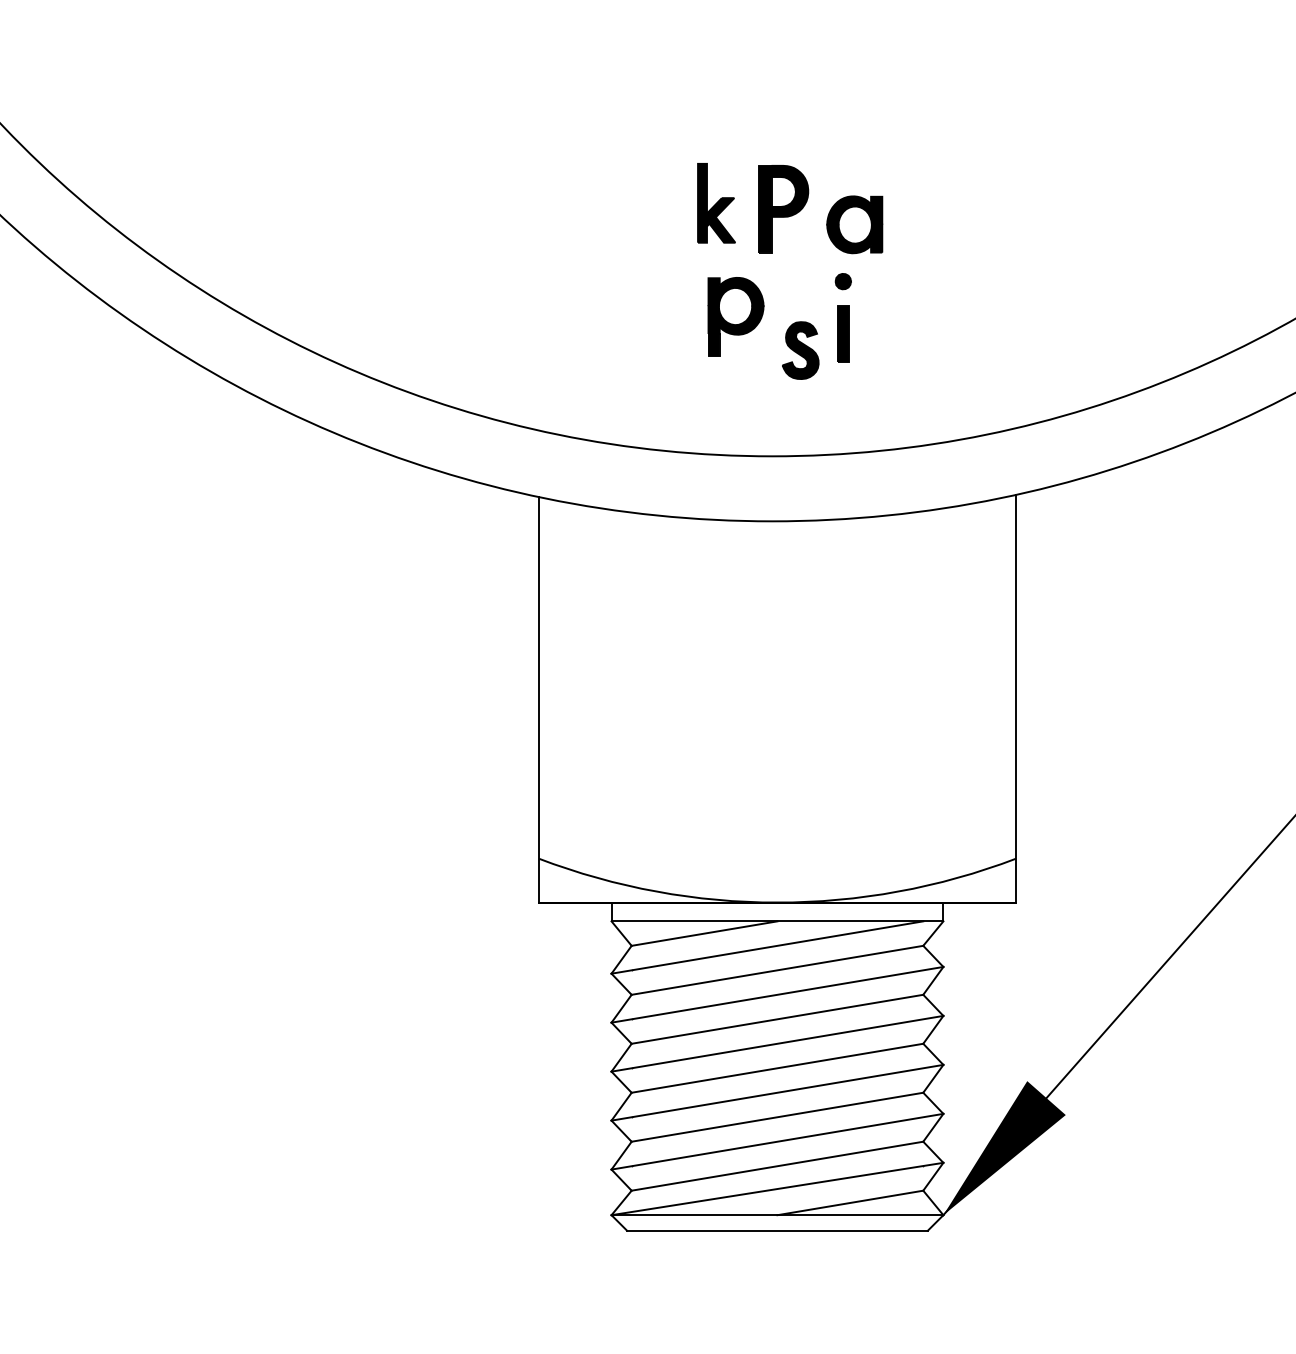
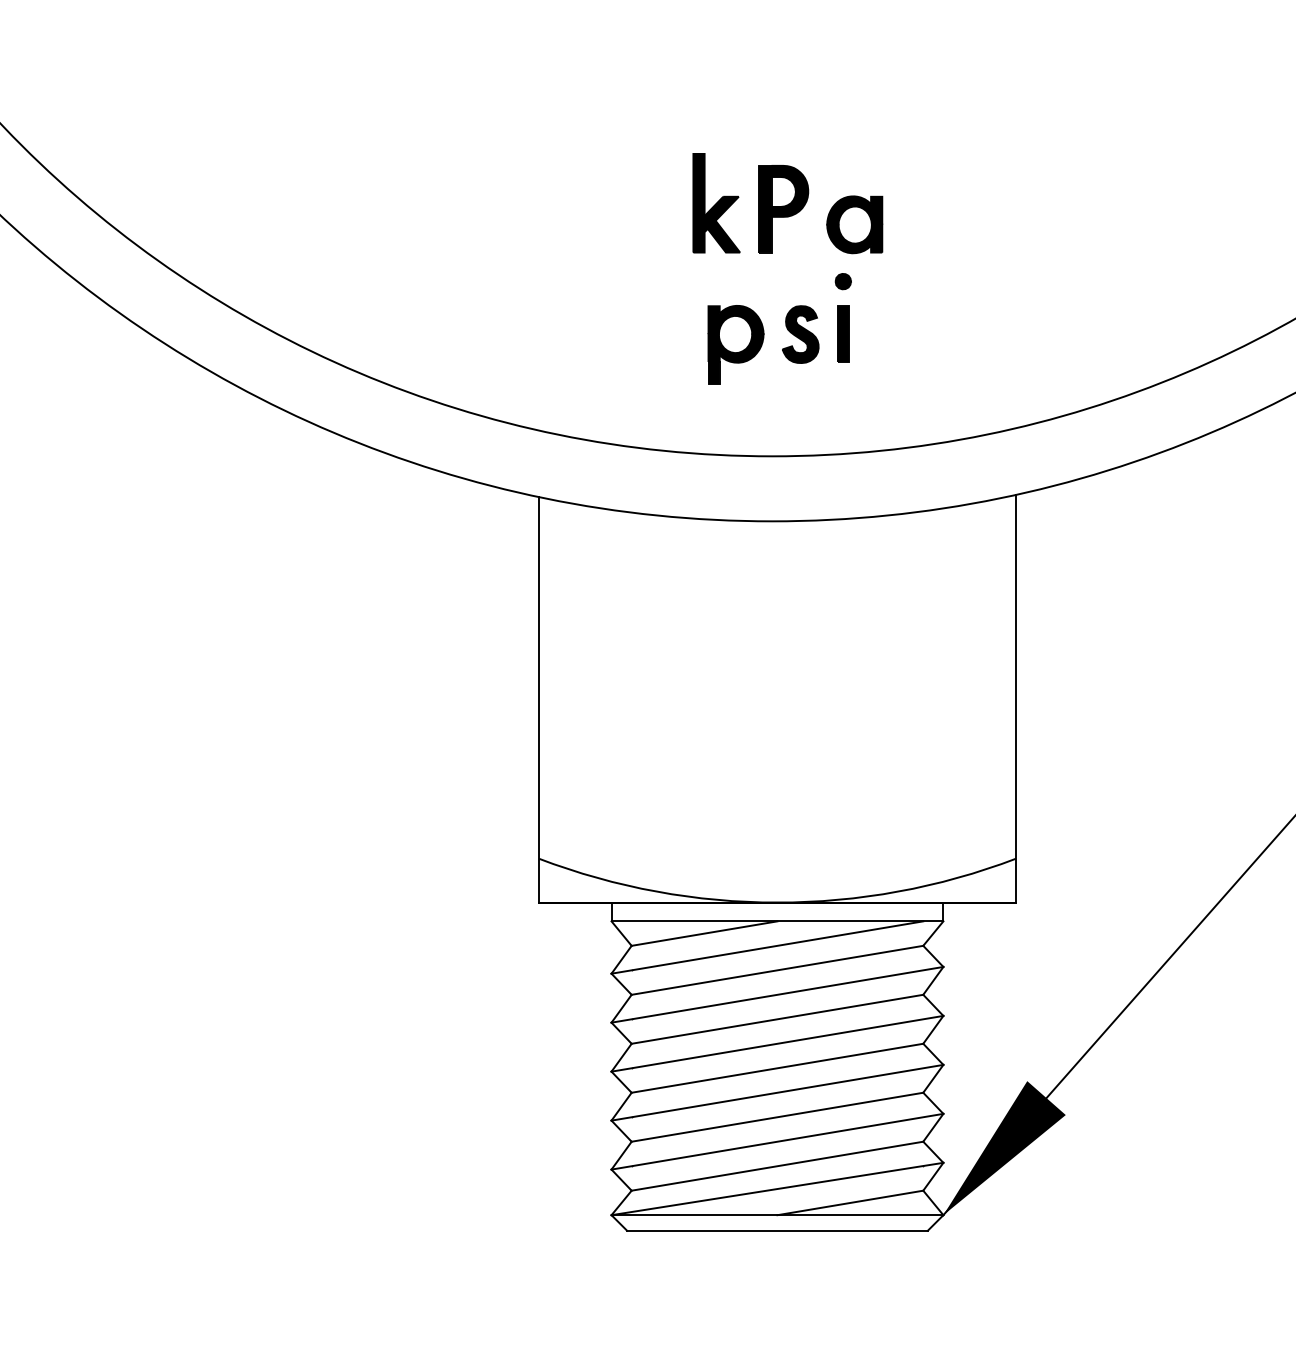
part at (716, 203) size: 39x81 px -> 49x101 px
part at (735, 316) position: (735, 316) -> (735, 344)
part at (800, 350) position: (800, 350) -> (800, 334)
